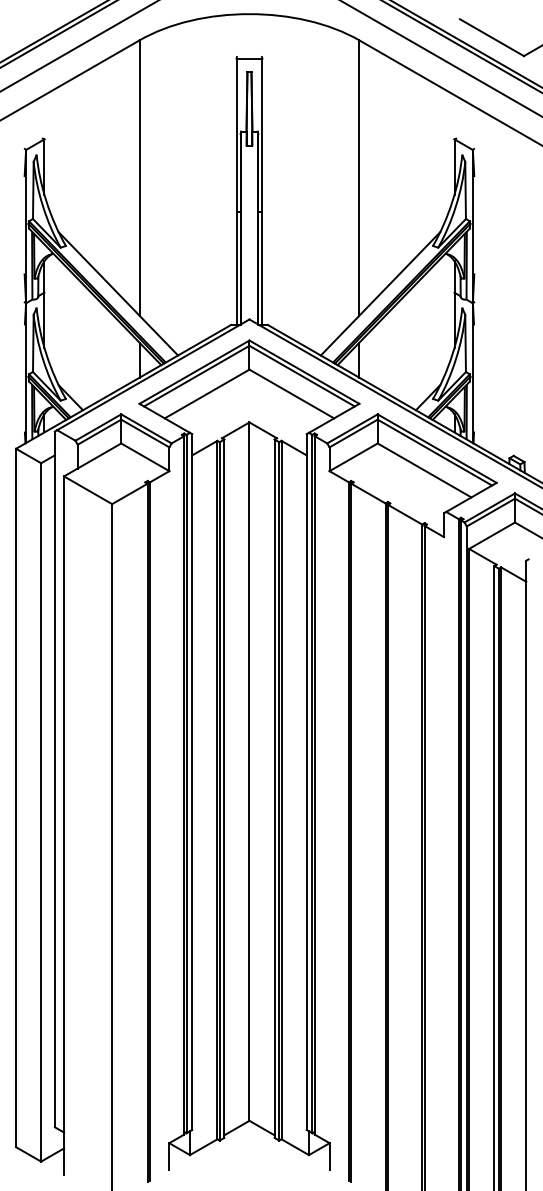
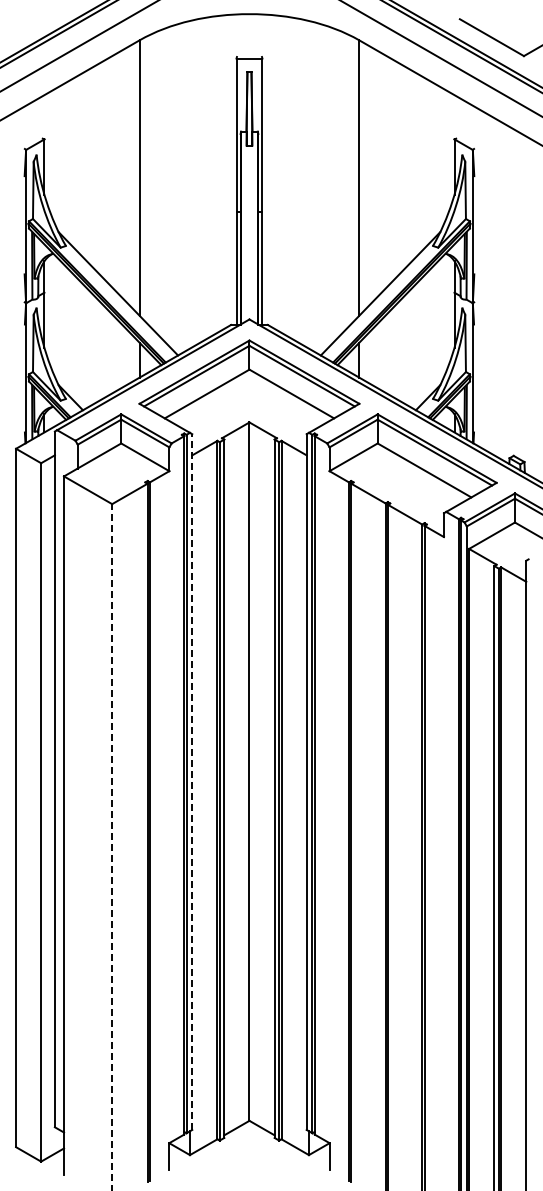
line at (192, 782): solid -> dashed
line at (112, 846): solid -> dashed
